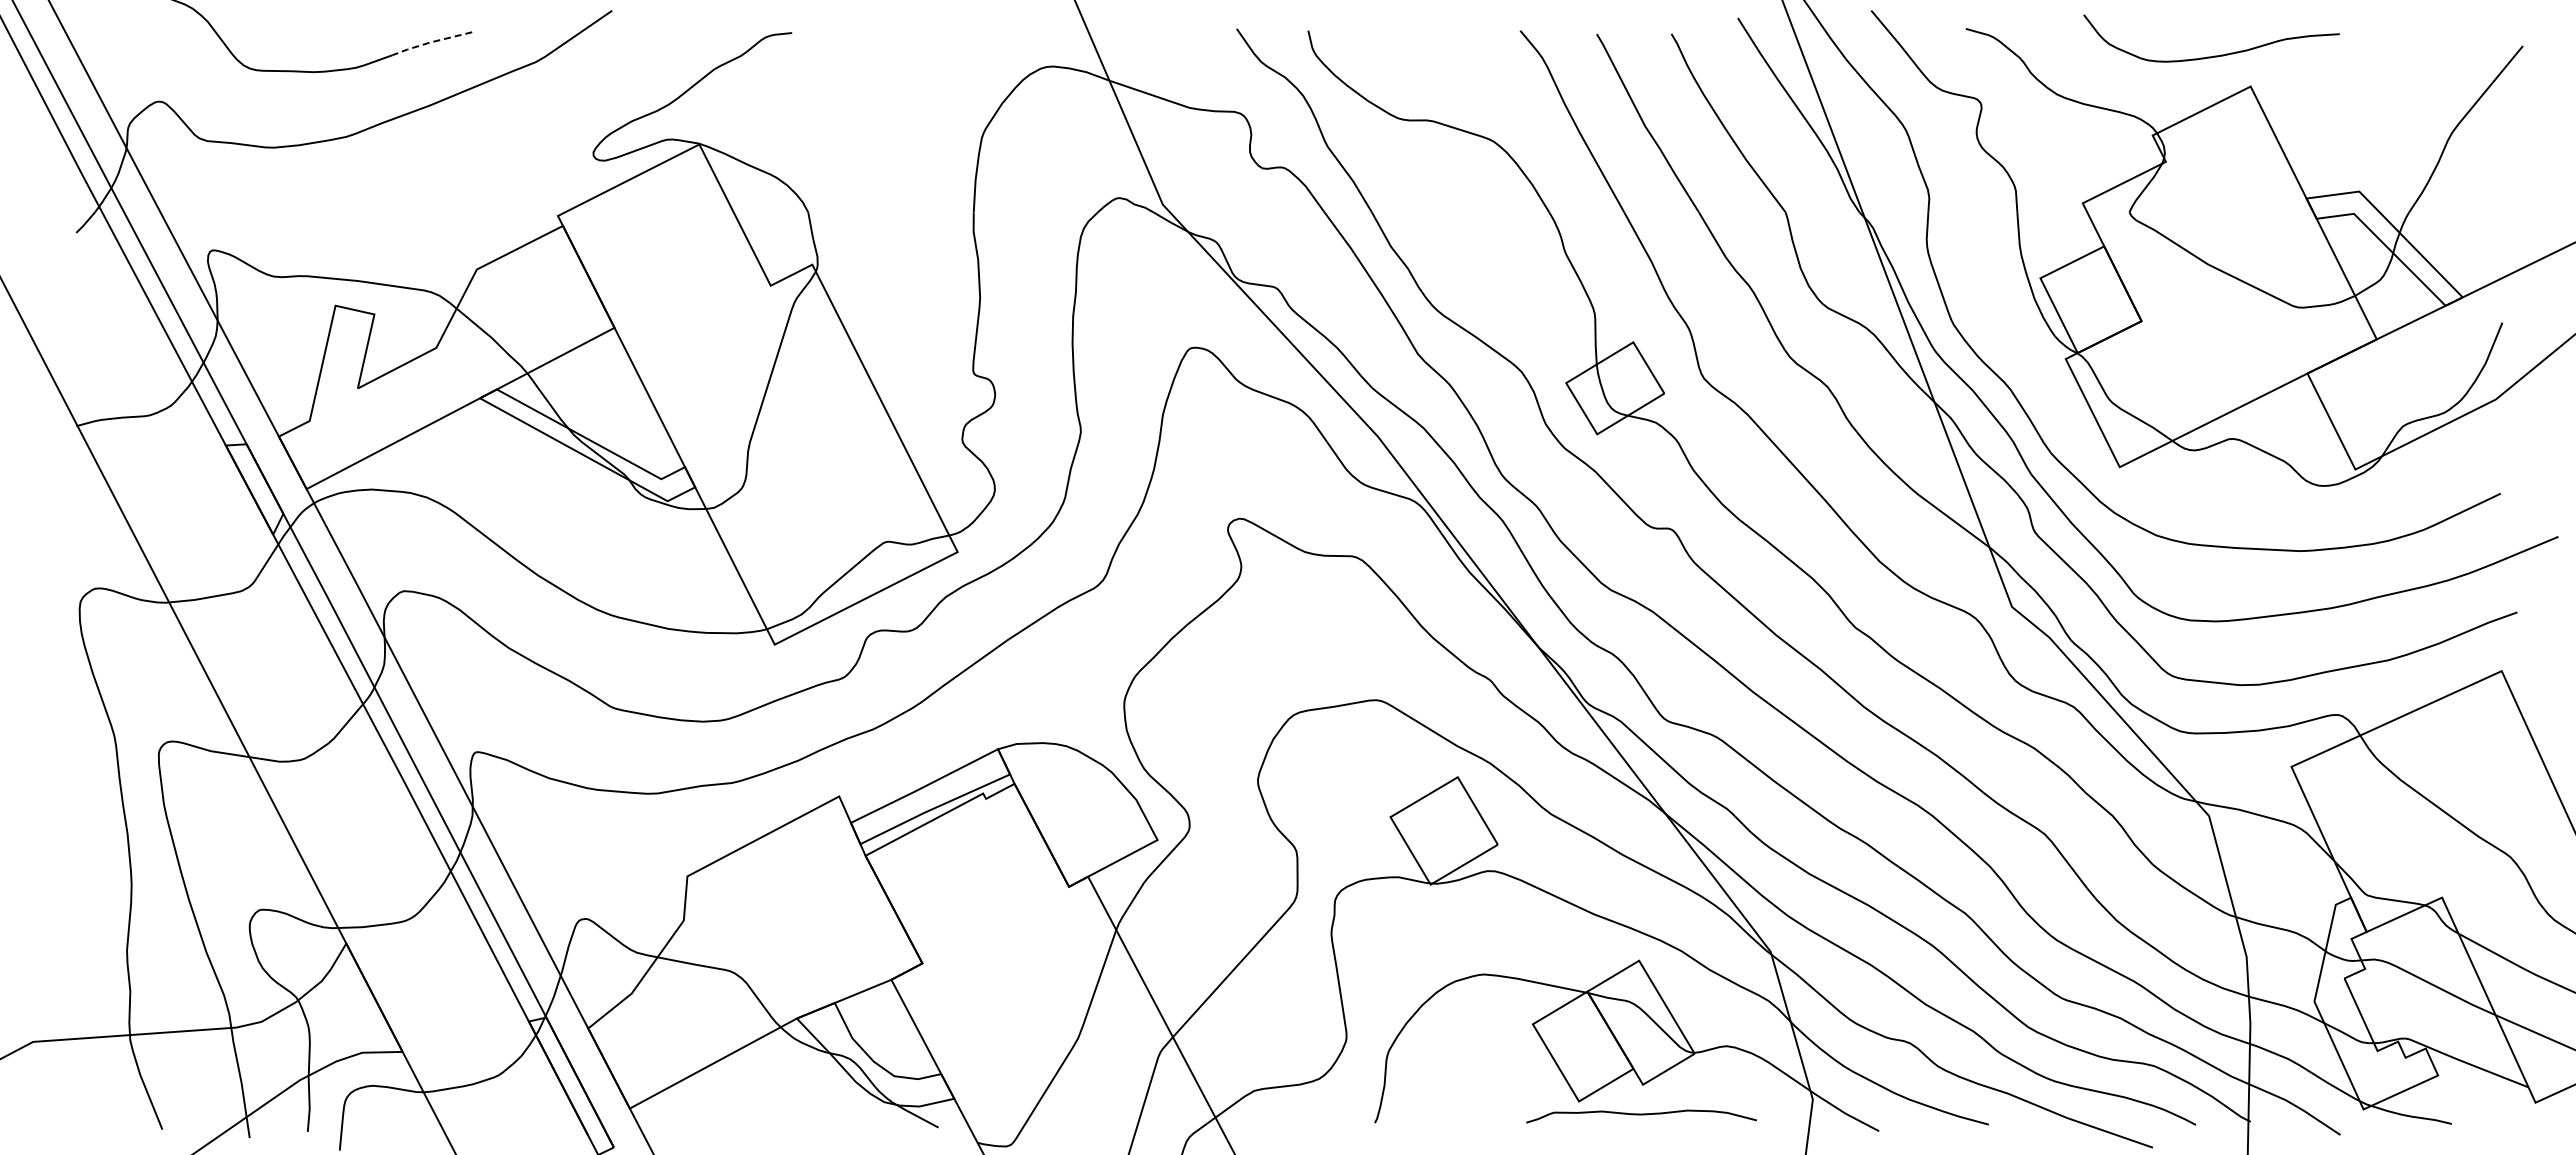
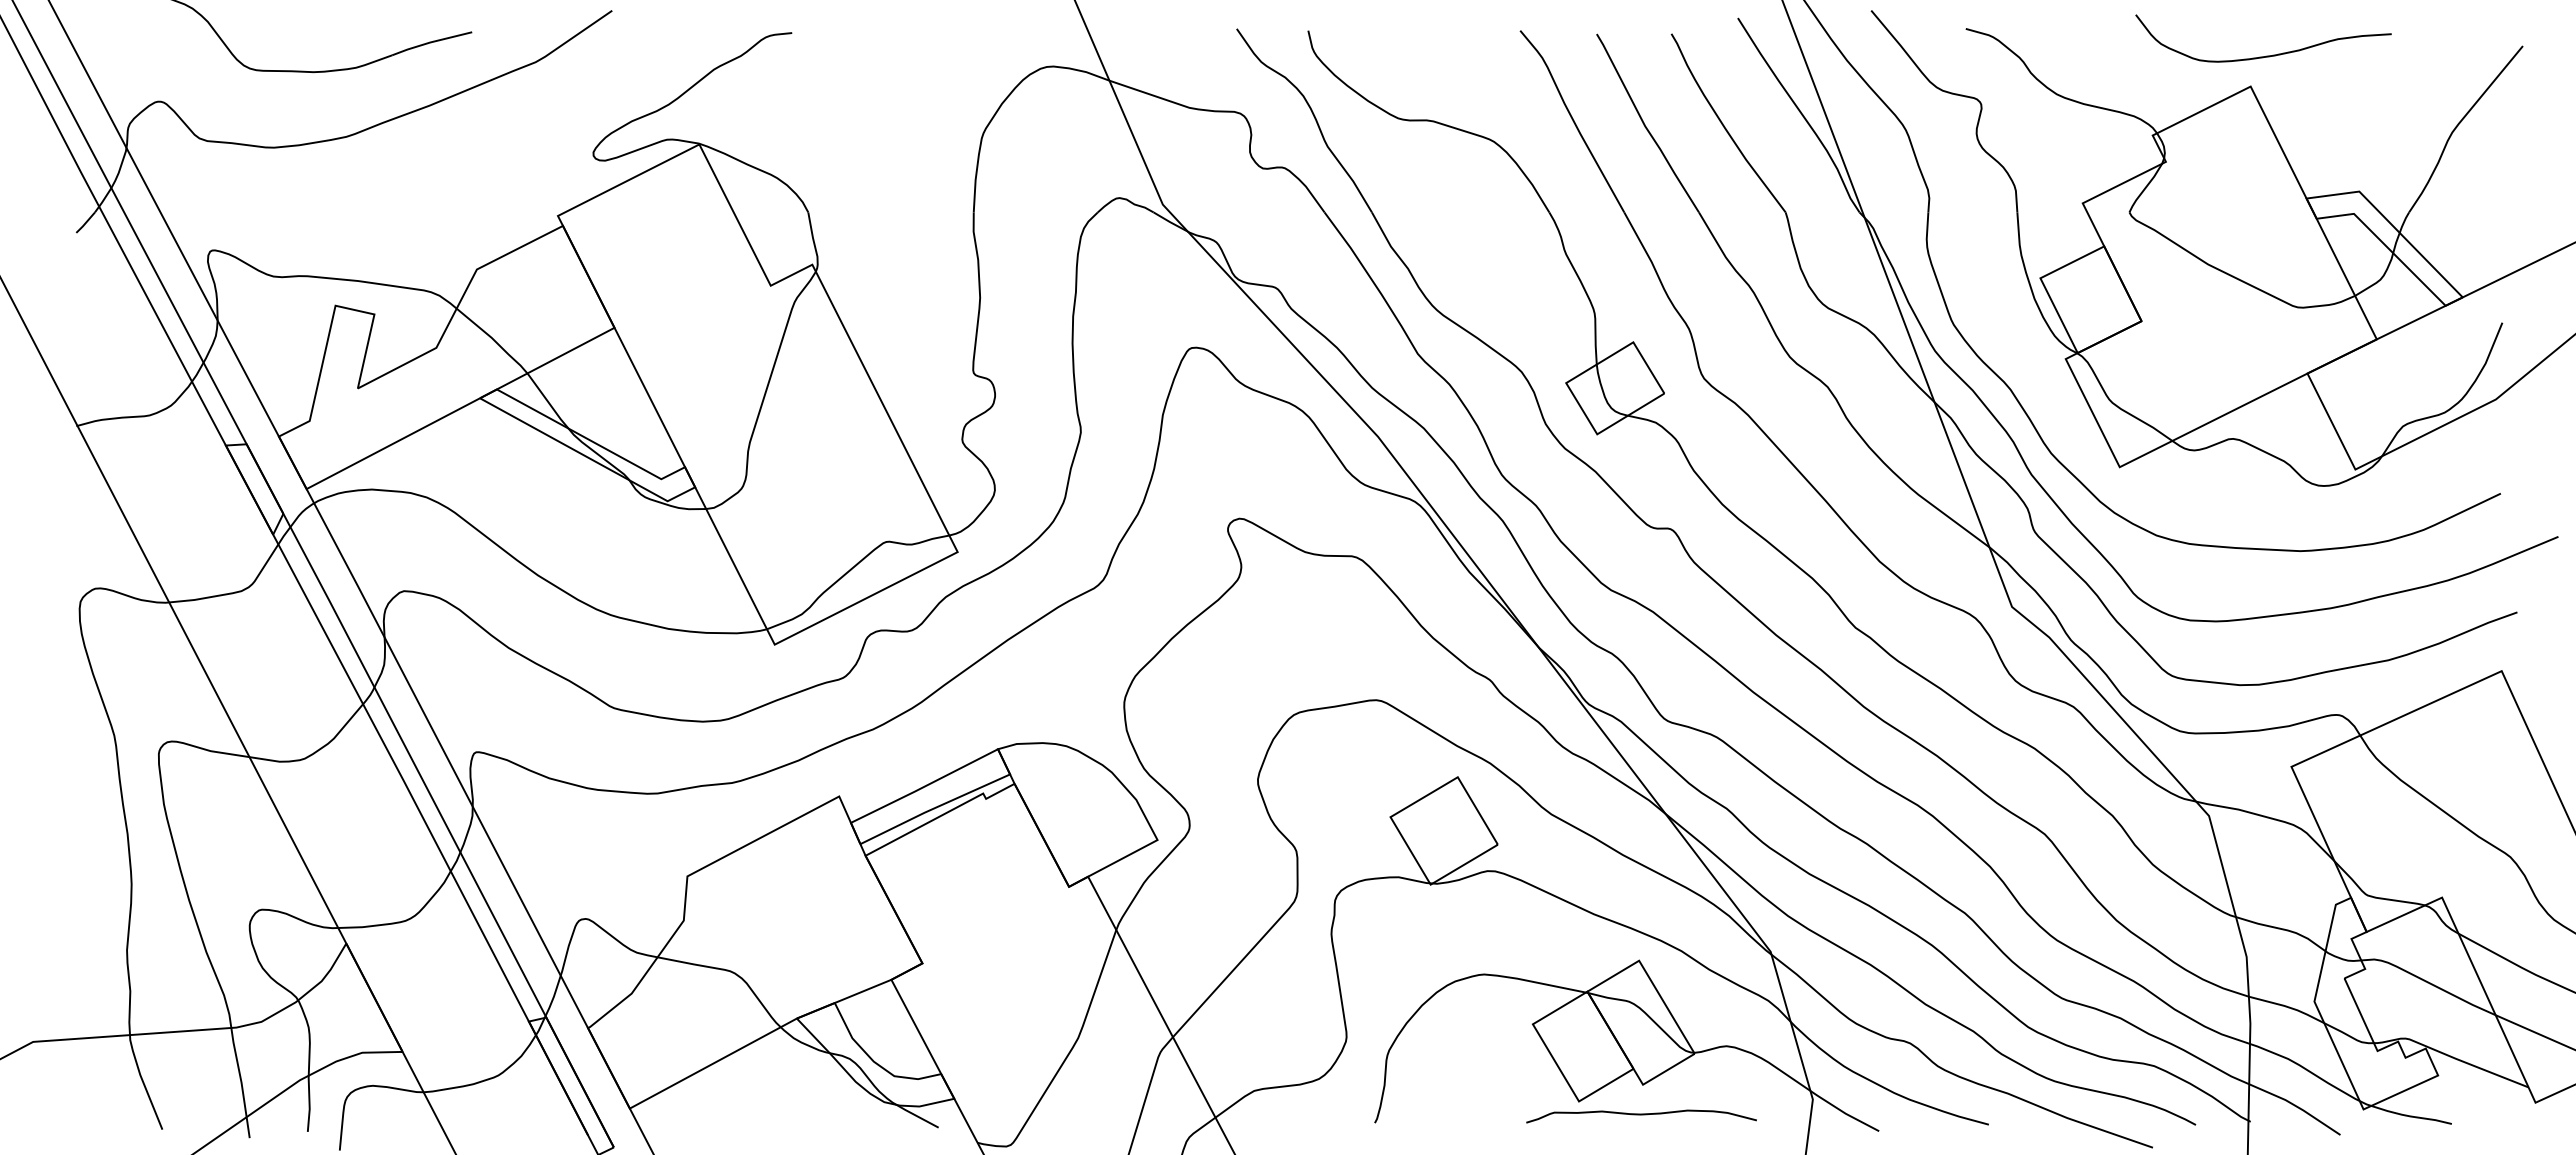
line at (430, 42): dashed -> solid
curve at (2214, 55) position: (2214, 55) -> (2266, 55)
